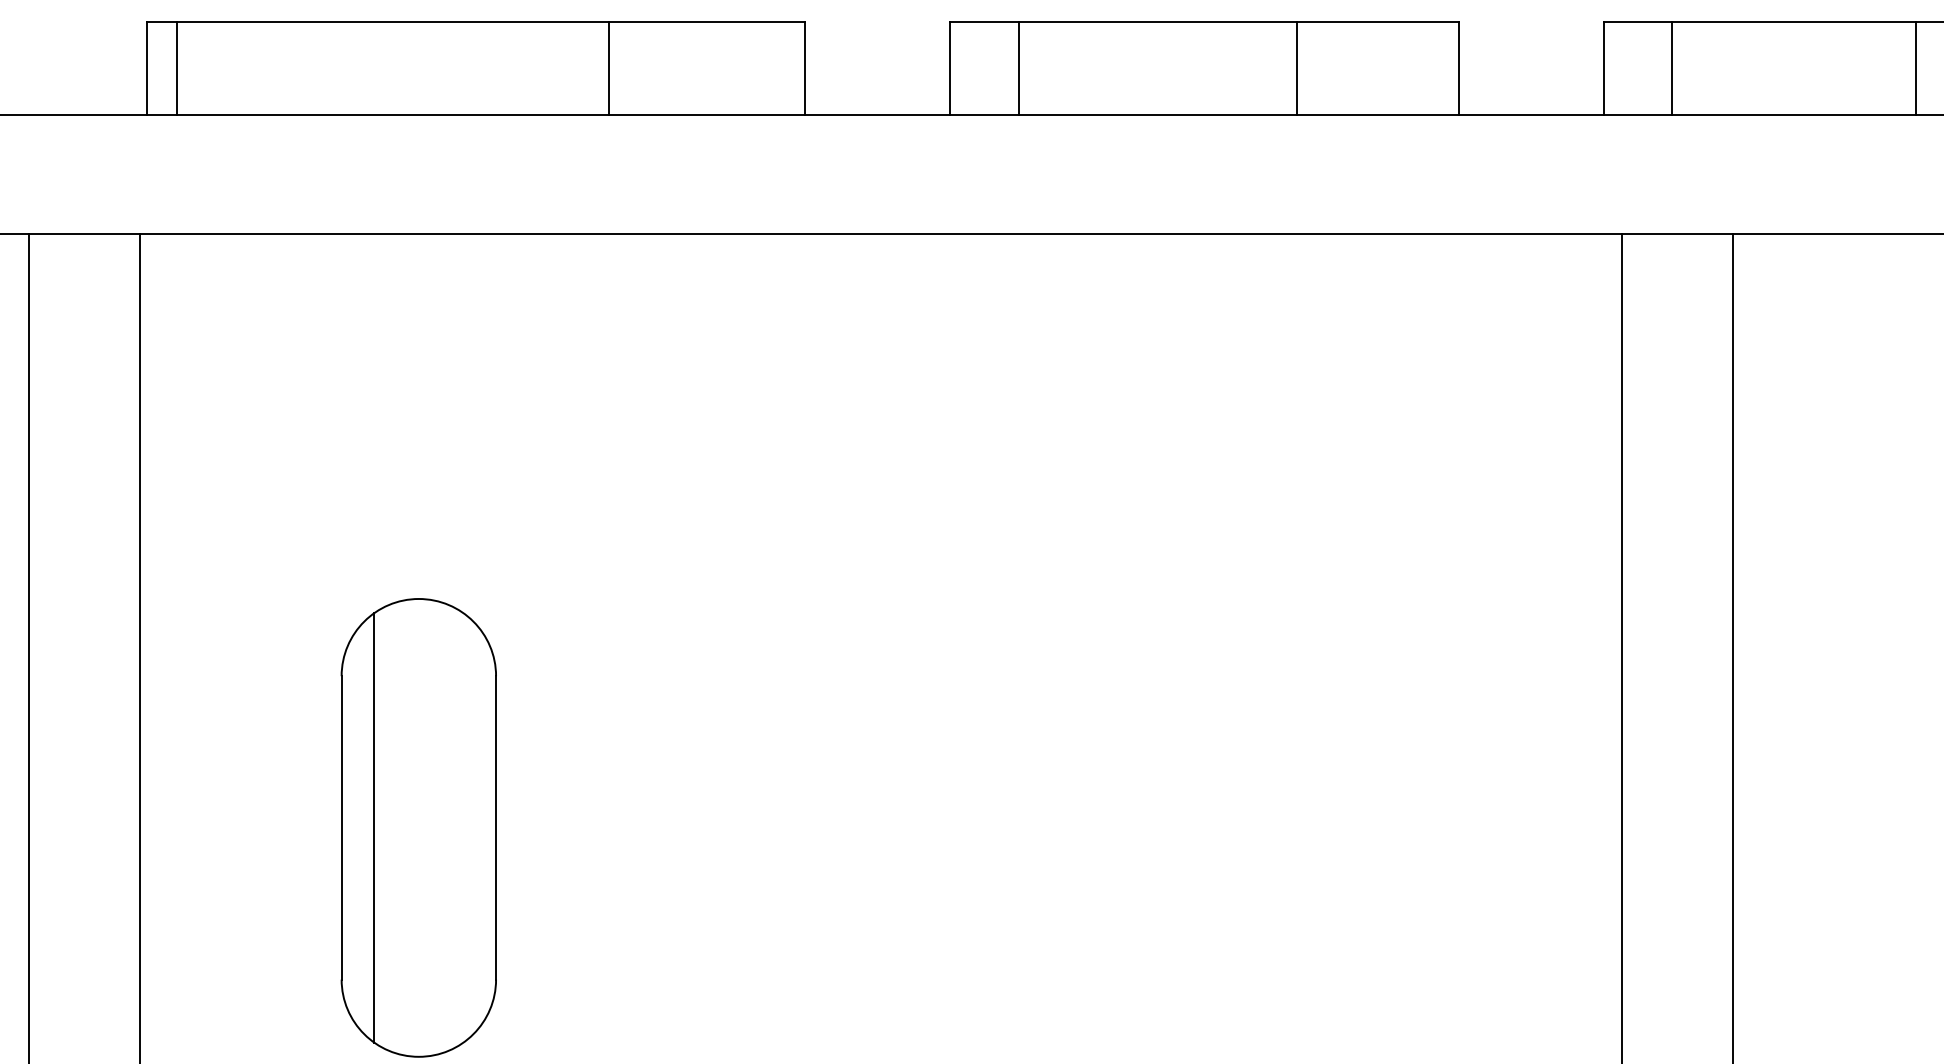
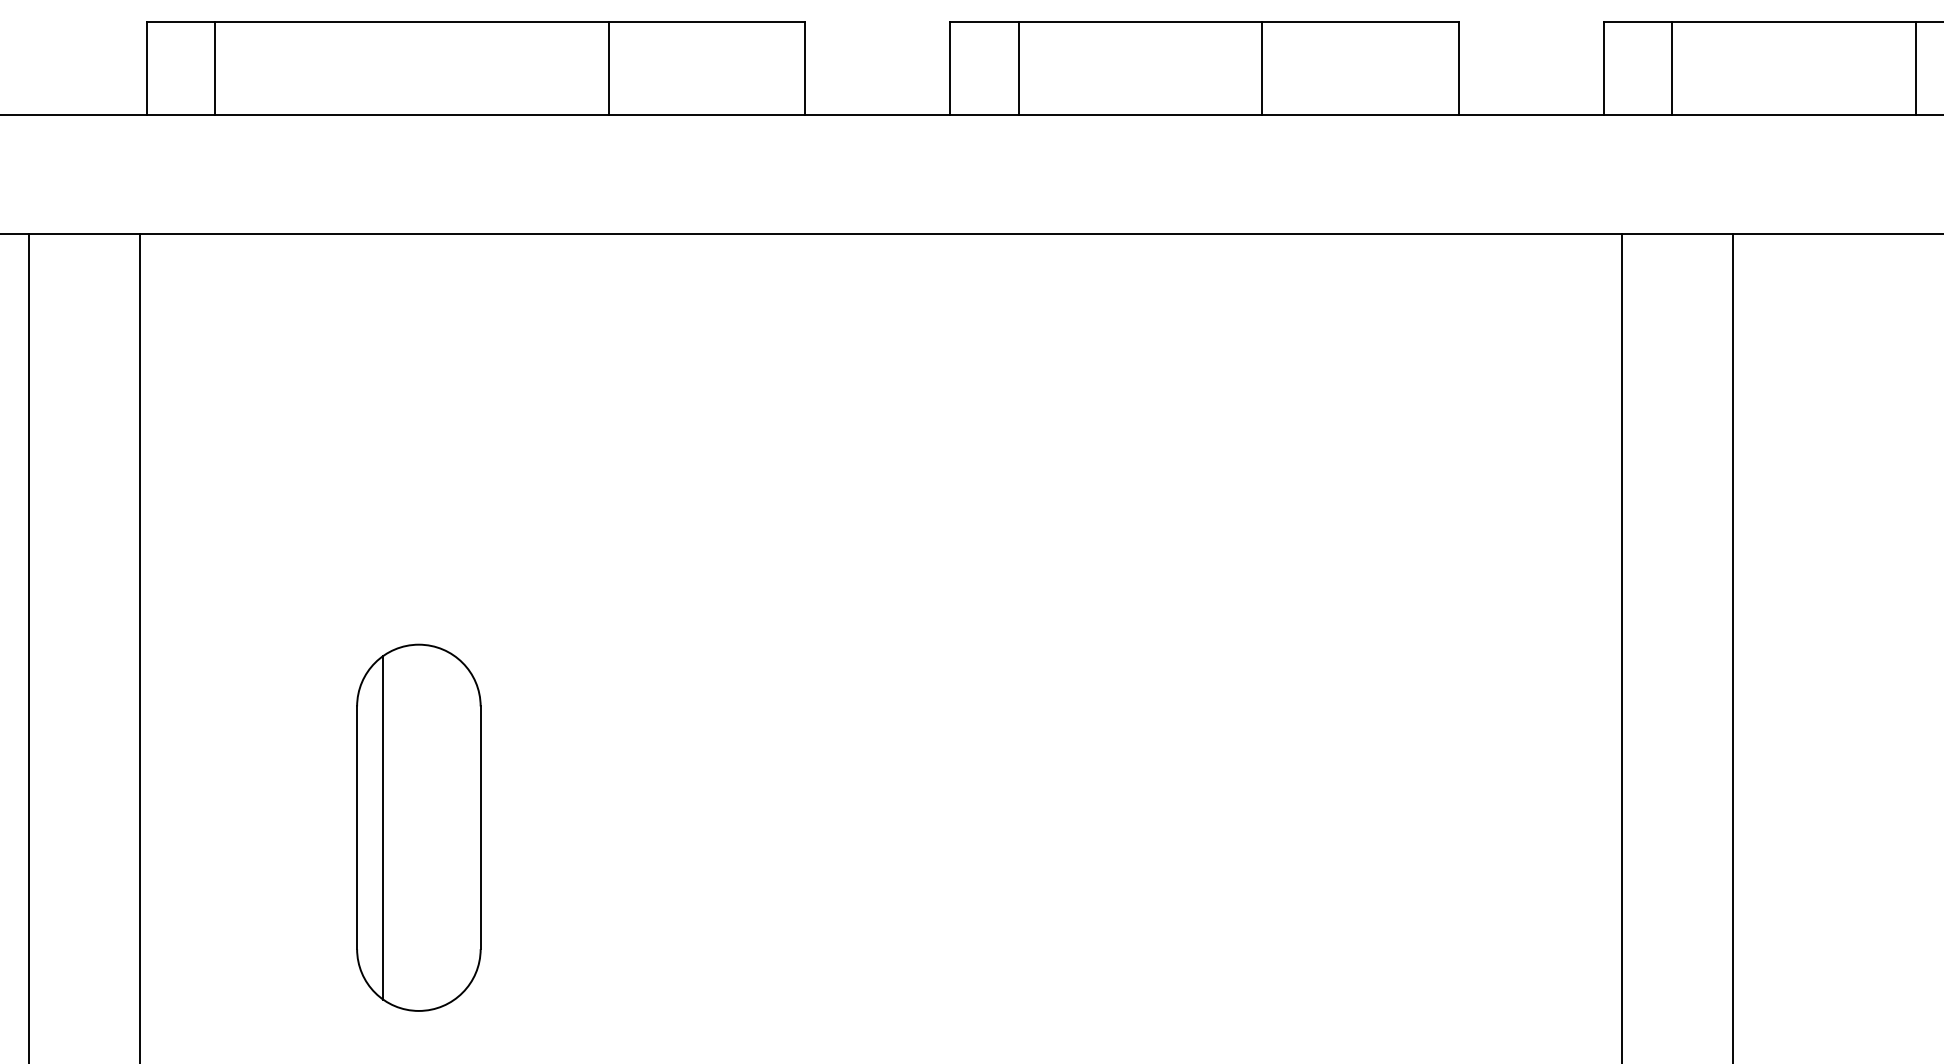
line at (176, 68) position: (176, 68) -> (214, 68)
line at (1297, 68) position: (1297, 68) -> (1262, 68)
part at (418, 827) size: 157x460 px -> 126x369 px
